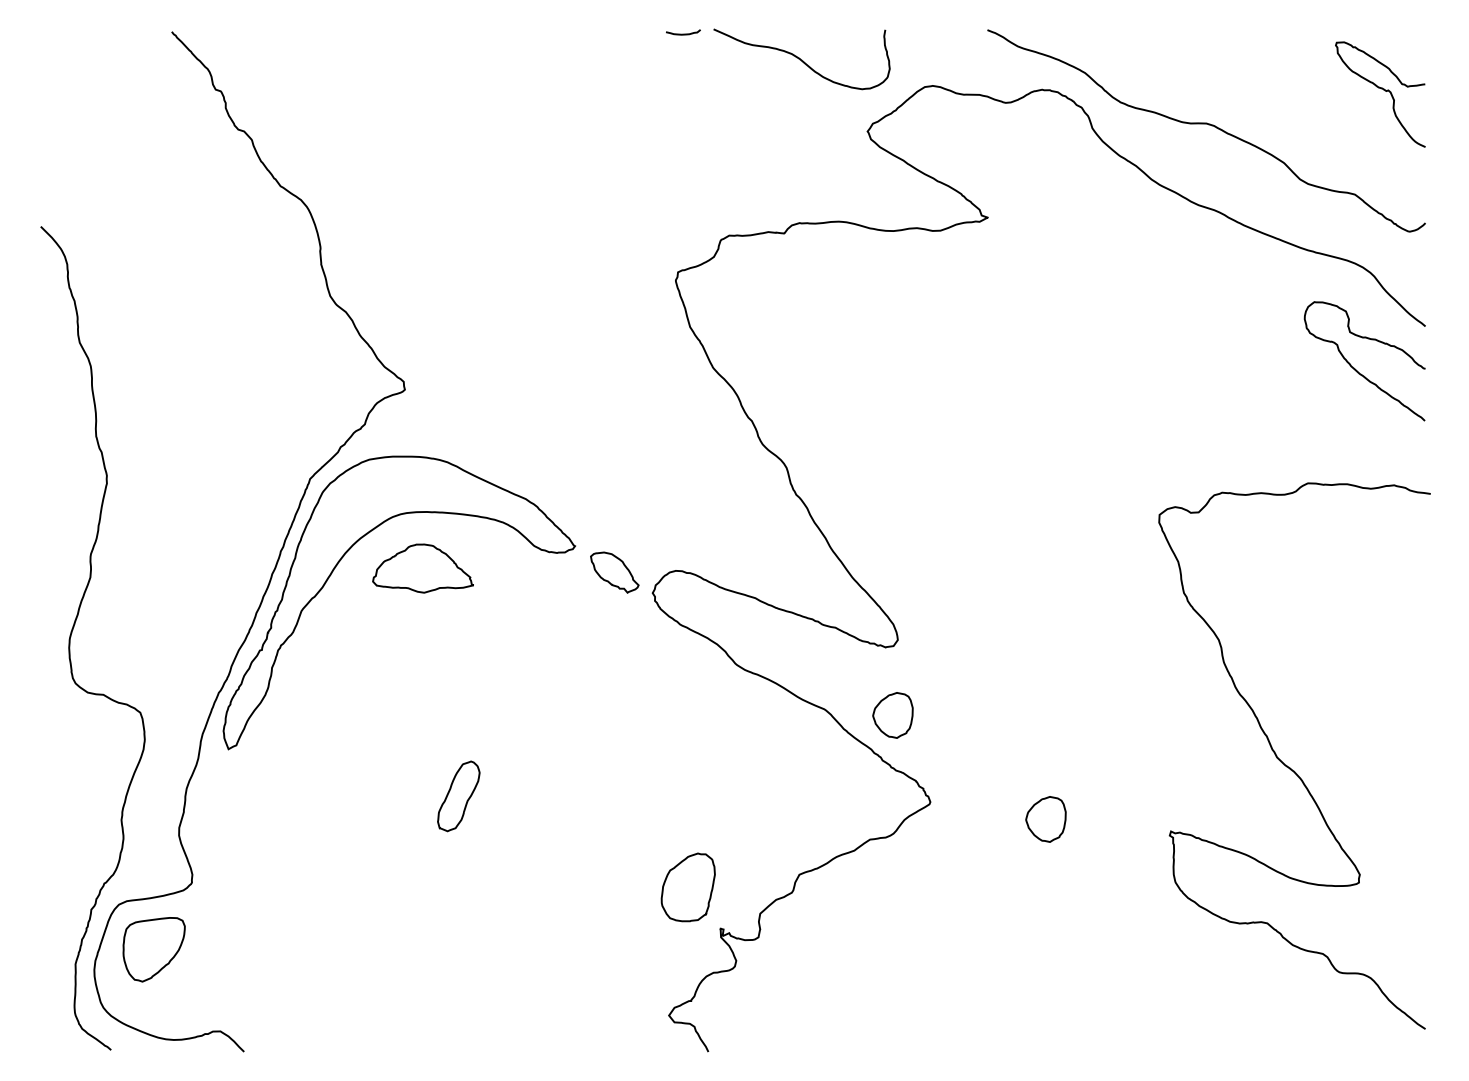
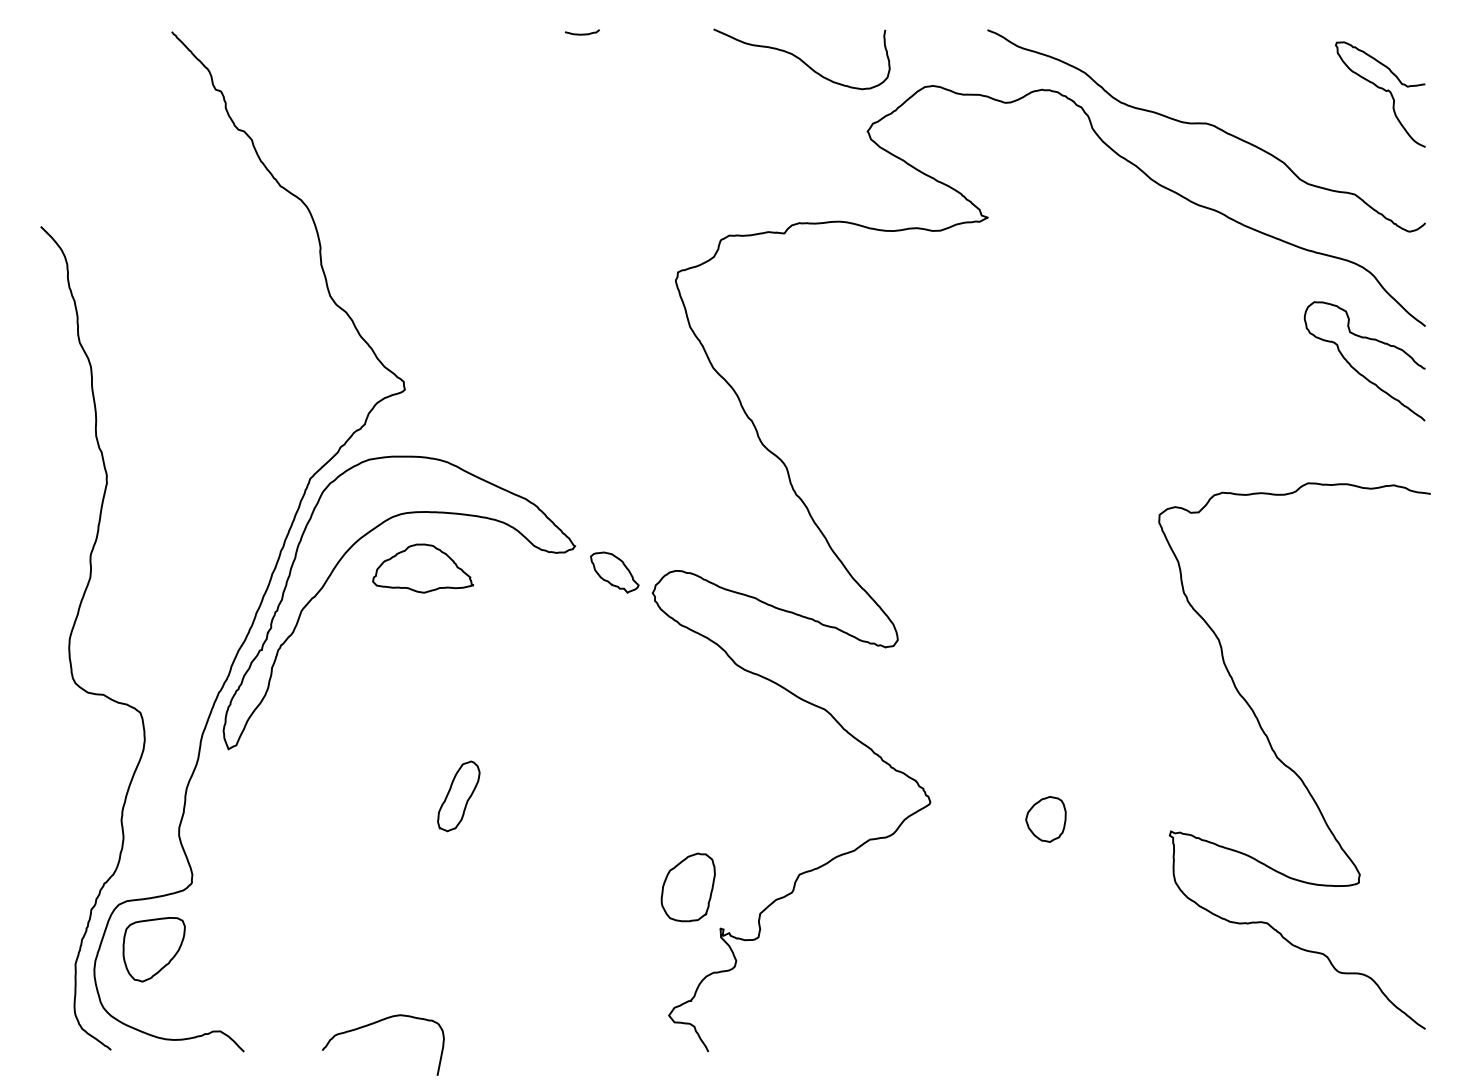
curve at (683, 33) position: (683, 33) -> (582, 33)
part at (892, 715): present -> none
curve at (376, 1023): none -> present
